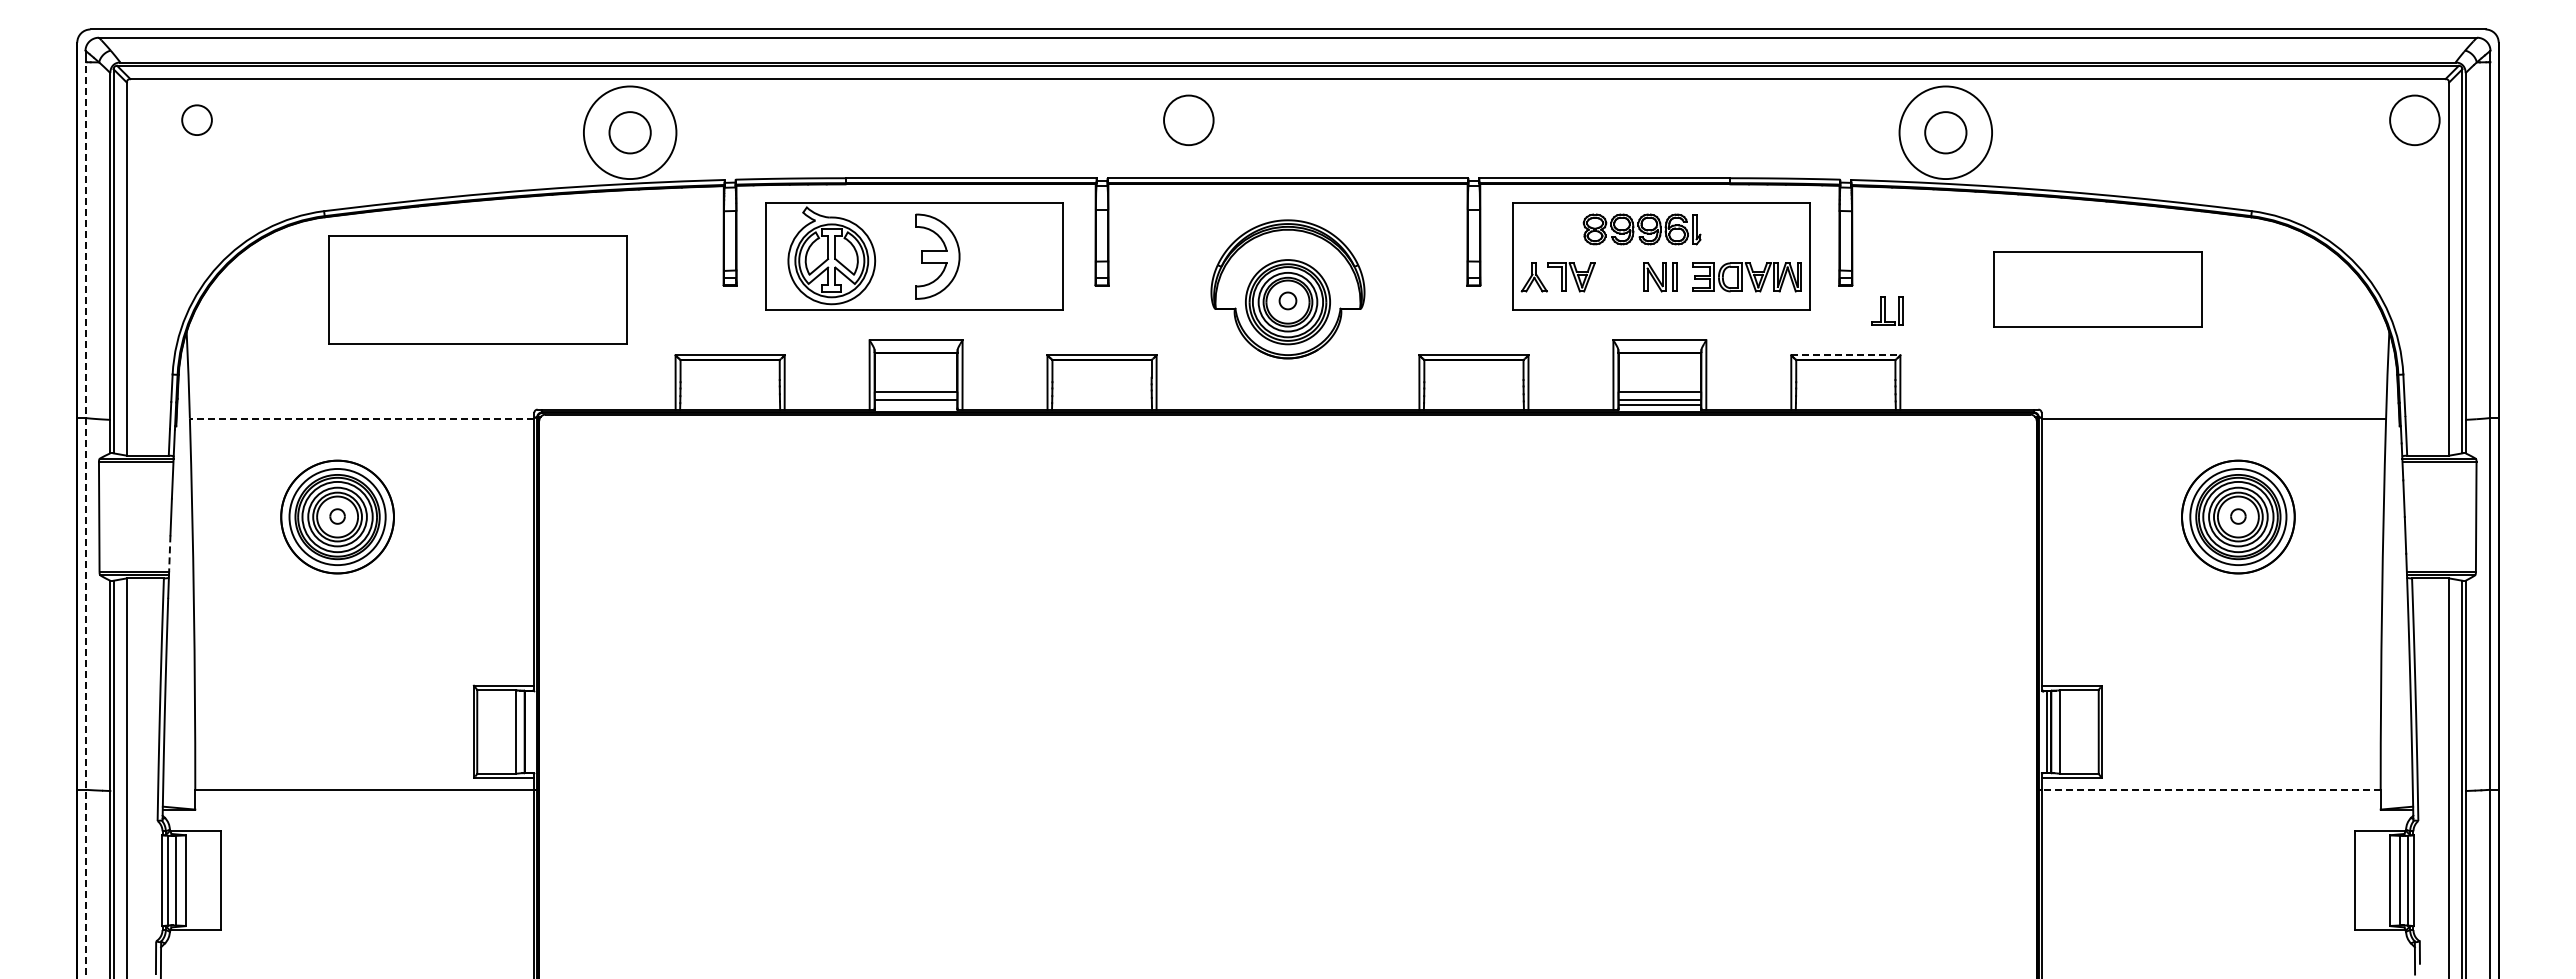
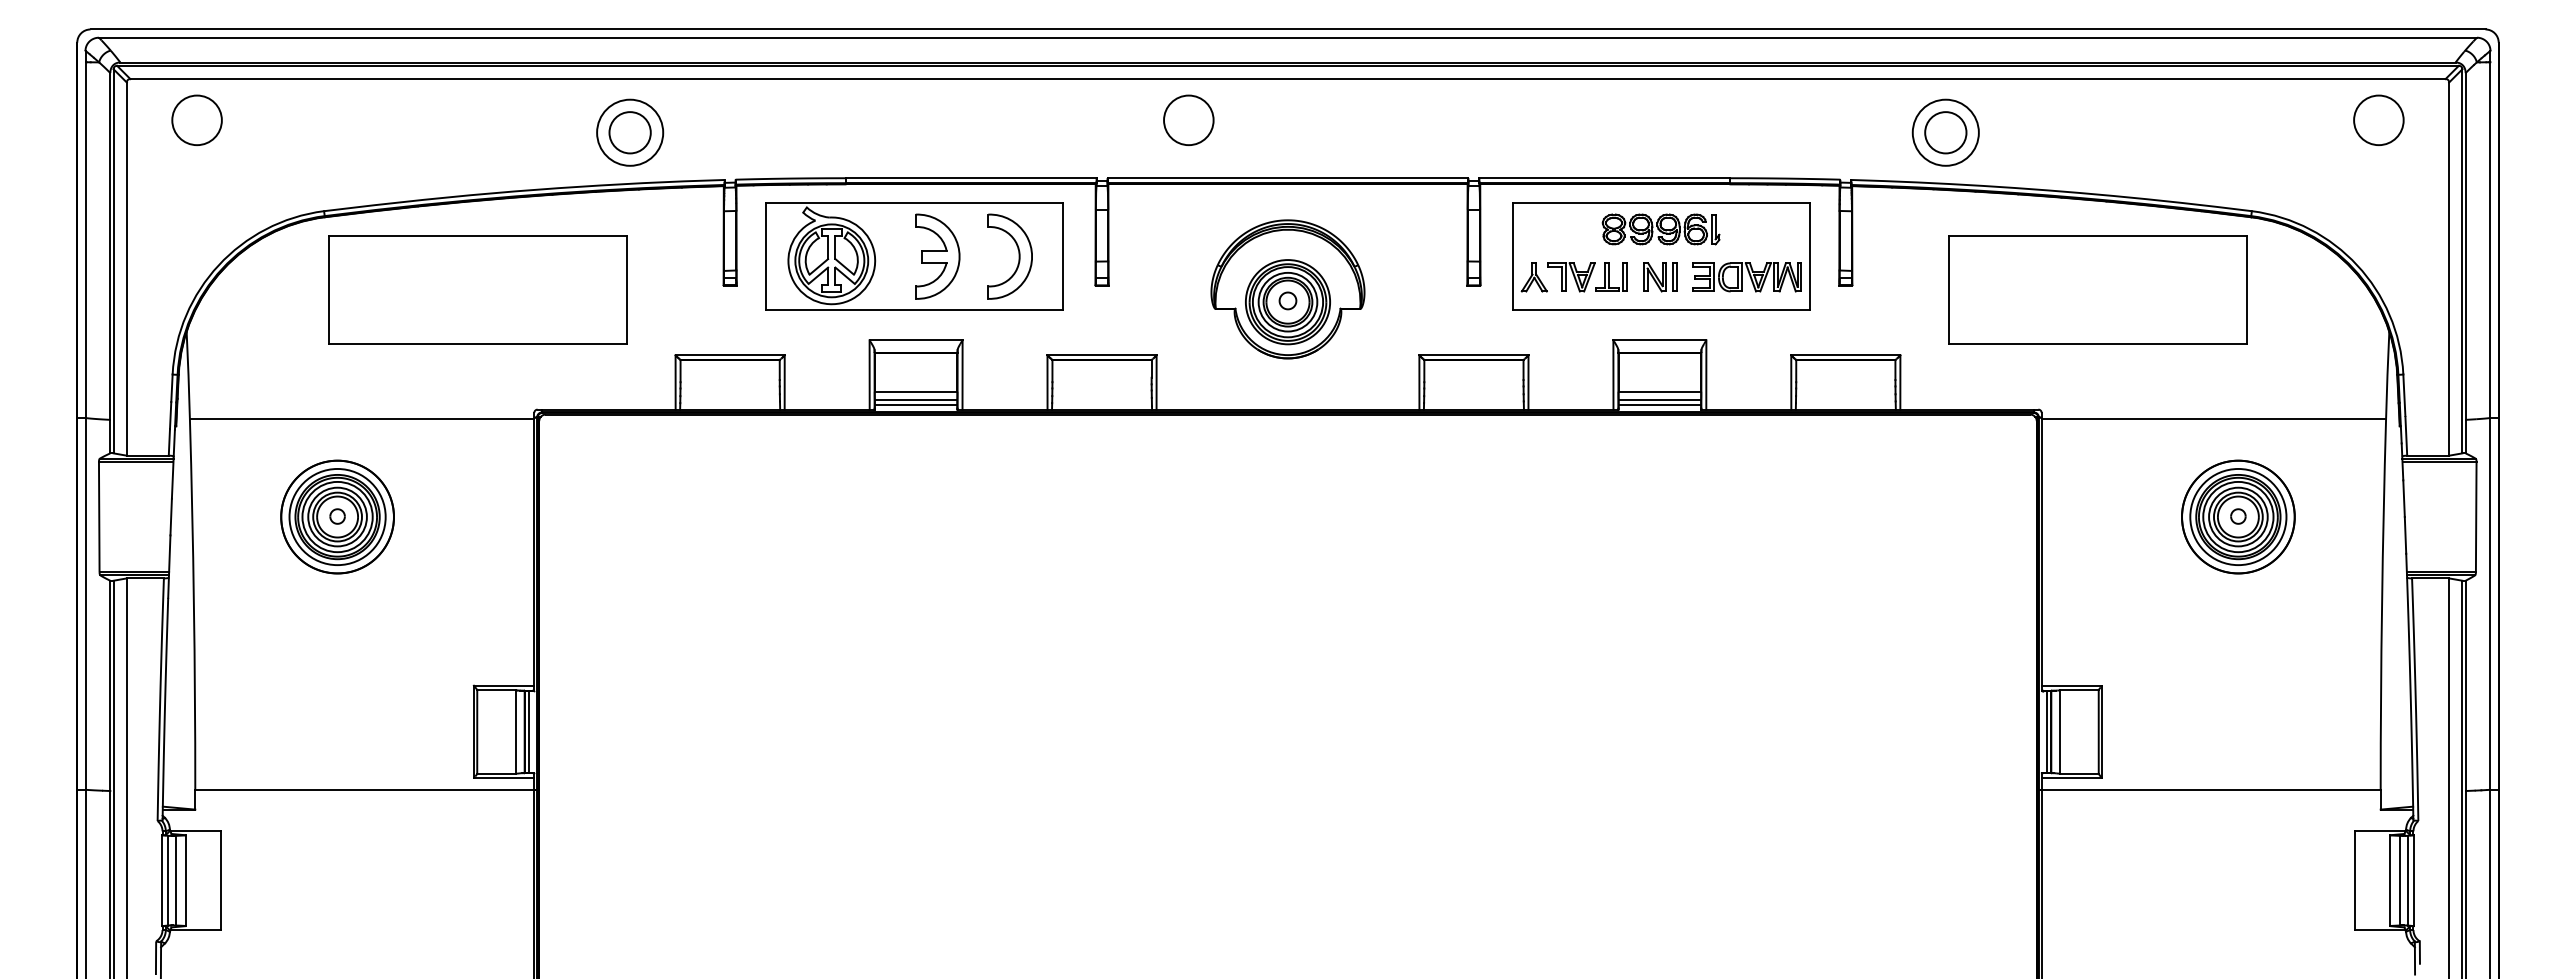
circle at (196, 119) size: 32x32 px -> 52x52 px
circle at (2414, 119) position: (2414, 119) -> (2378, 119)
circle at (629, 132) diameter: 93 px -> 66 px
circle at (1945, 132) diameter: 93 px -> 66 px
part at (1641, 229) position: (1641, 229) -> (1660, 229)
part at (1018, 256): none -> present
part at (2097, 289) size: 210x77 px -> 300x110 px
part at (1887, 310) position: (1887, 310) -> (1611, 276)
line at (1845, 355): dashed -> solid
line at (915, 404): none -> present
line at (361, 418): dashed -> solid
line at (85, 520): dashed -> solid
line at (169, 554): dashed -> solid
line at (528, 731): none -> present
line at (2211, 789): dashed -> solid
